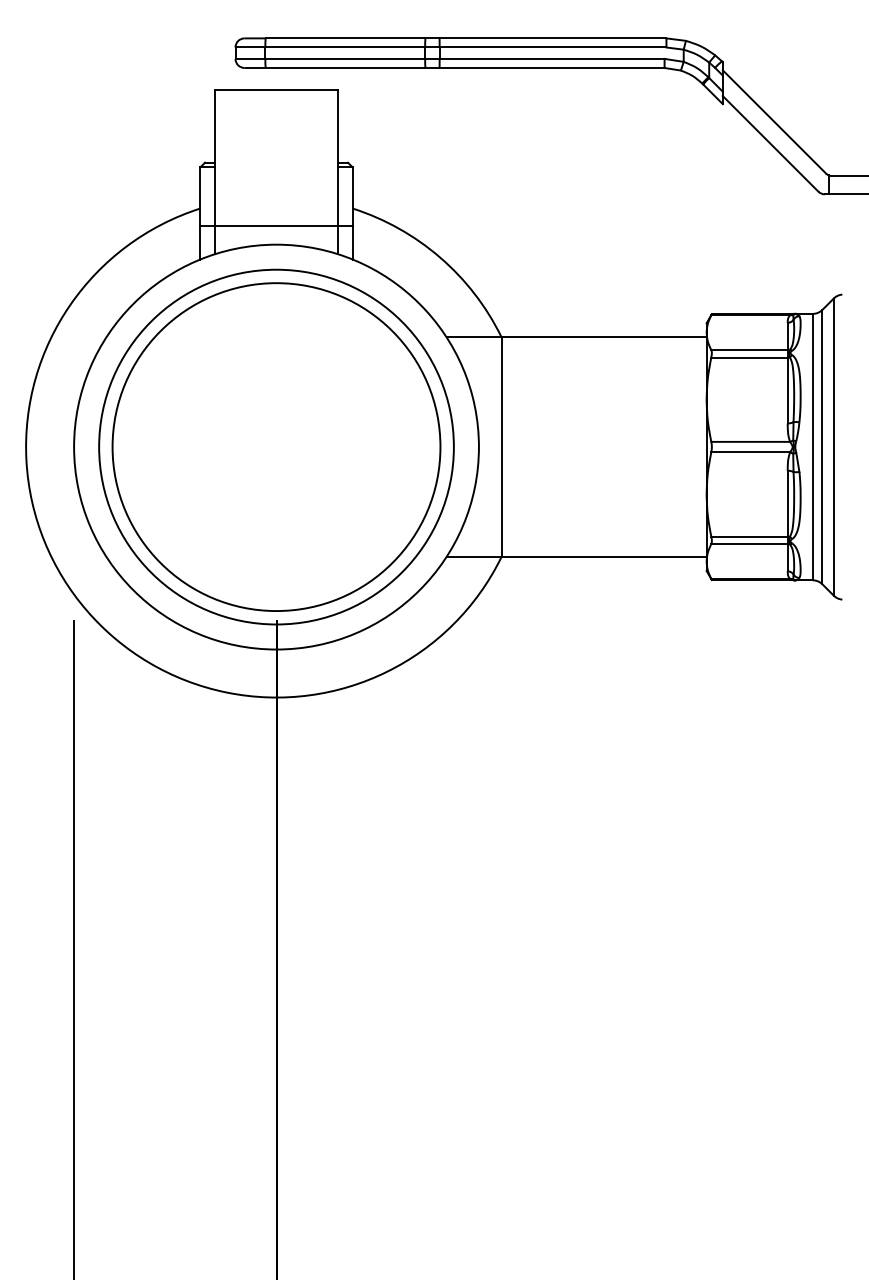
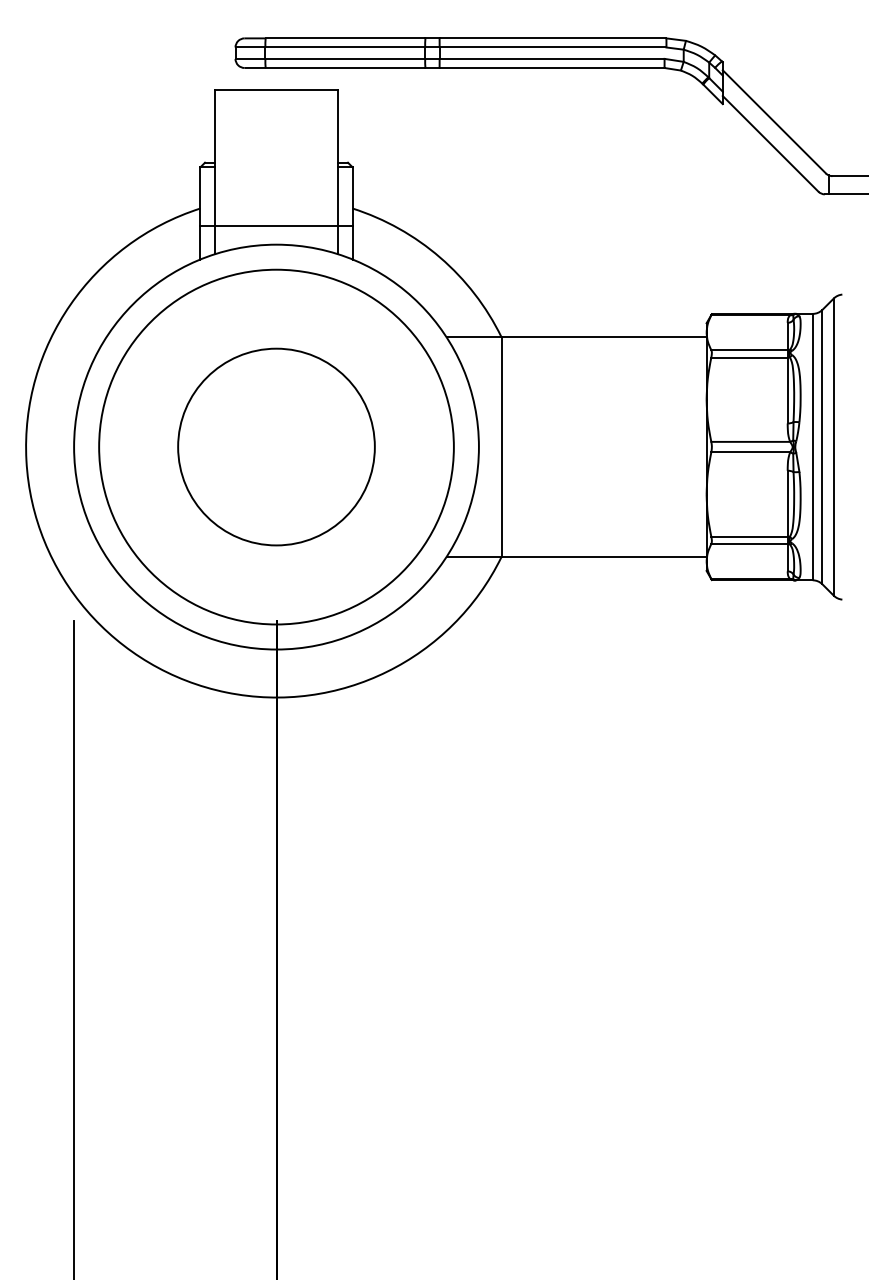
circle at (276, 446) size: 331x330 px -> 199x200 px
